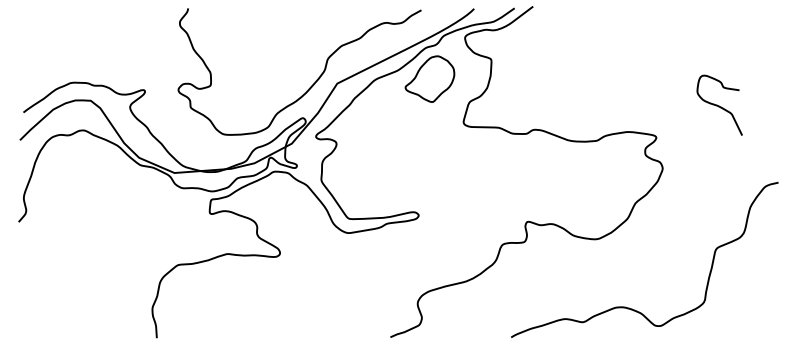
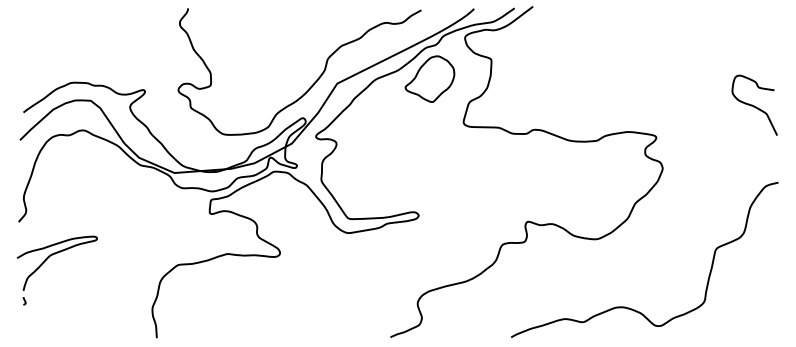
curve at (719, 105) position: (719, 105) -> (754, 105)
part at (46, 260): none -> present
